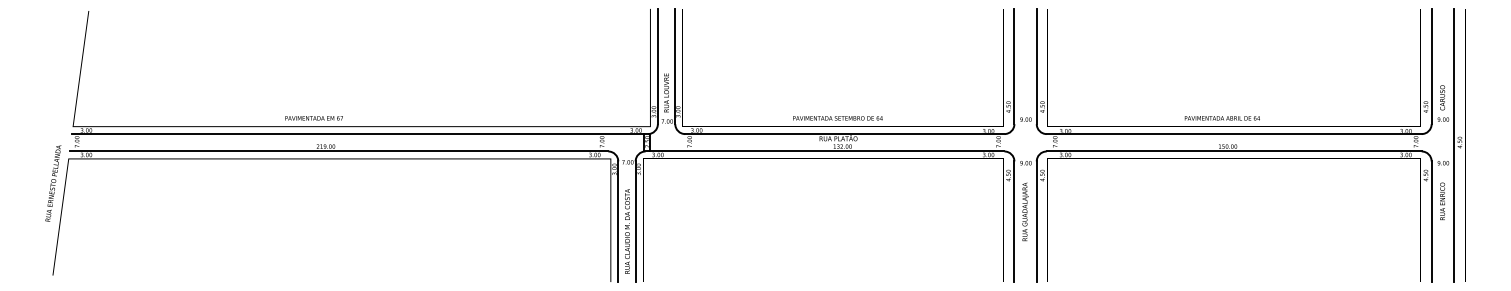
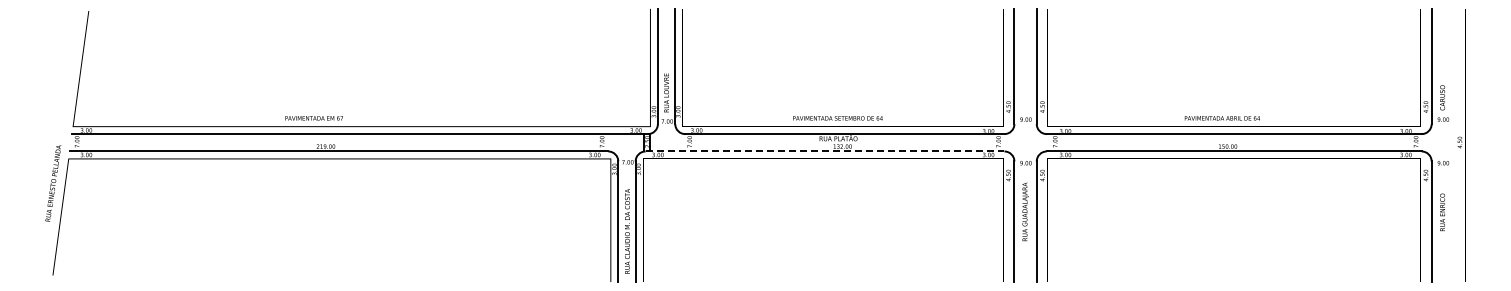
line at (1454, 145): present -> none
line at (825, 151): solid -> dashed
text at (1442, 201) position: (1442, 201) -> (1442, 212)
